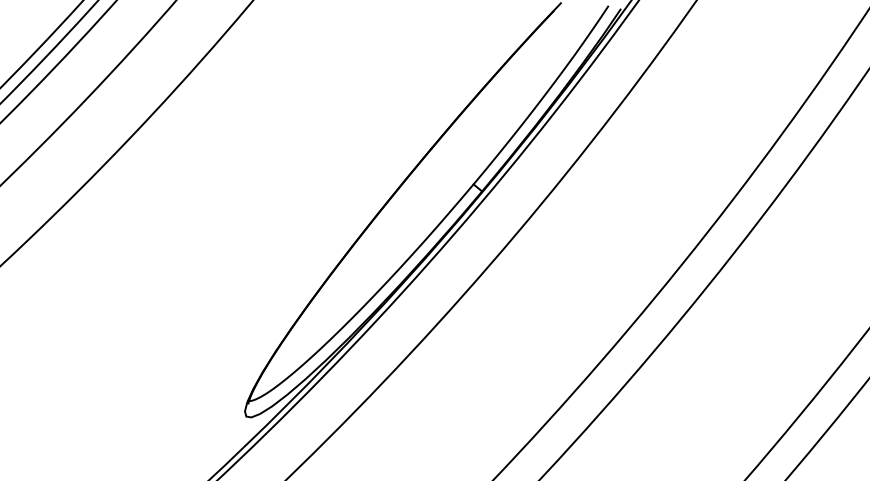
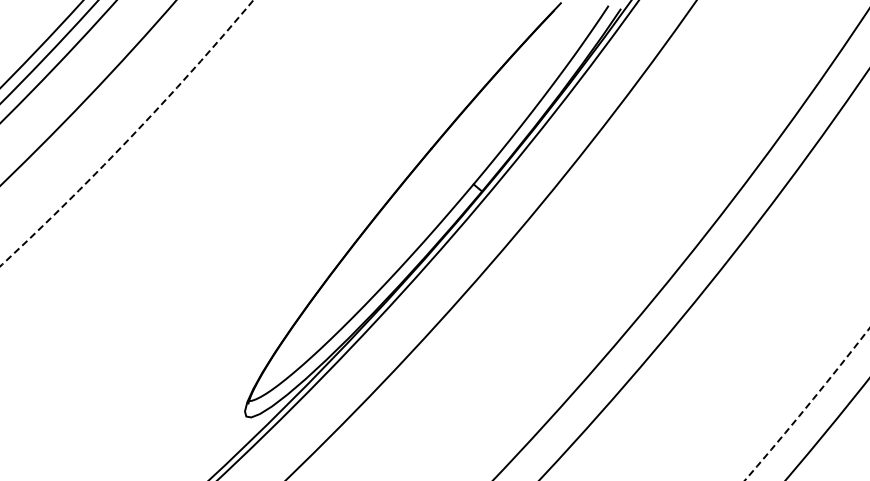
circle at (126, 133): solid -> dashed
circle at (806, 404): solid -> dashed
